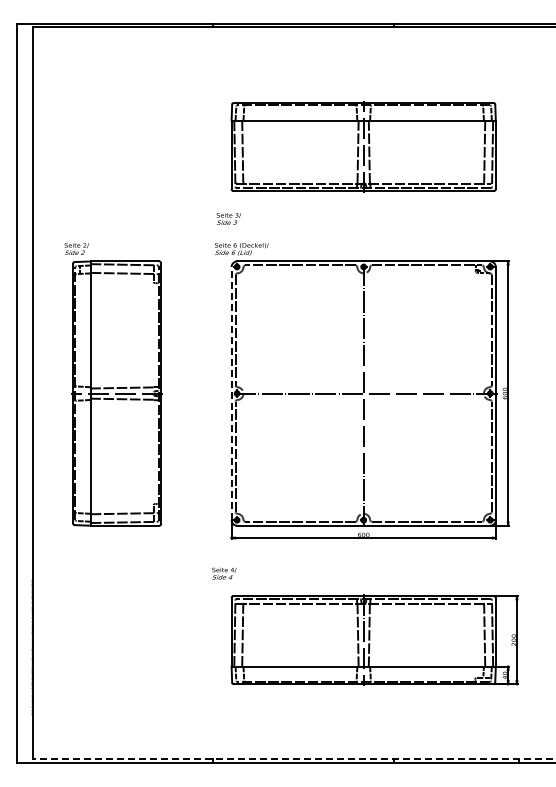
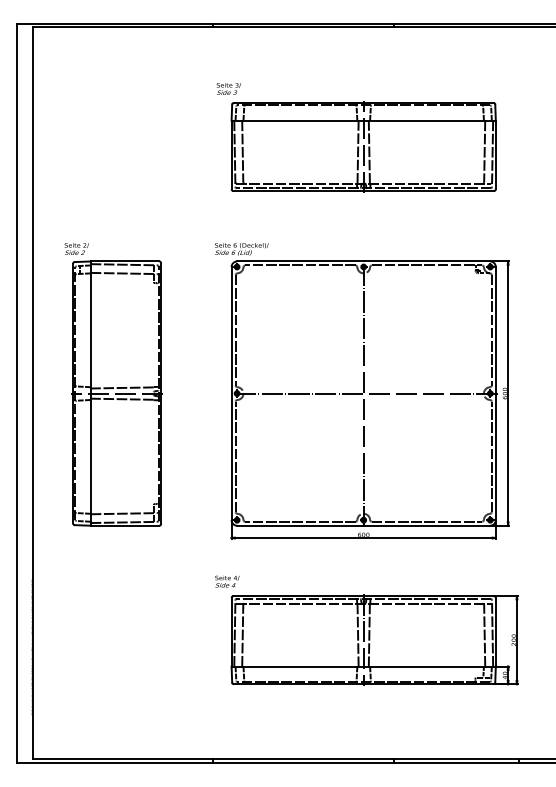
text at (228, 218) position: (228, 218) -> (228, 88)
line at (231, 393): dashed -> solid
text at (224, 573) position: (224, 573) -> (227, 581)
line at (294, 758): dashed -> solid
